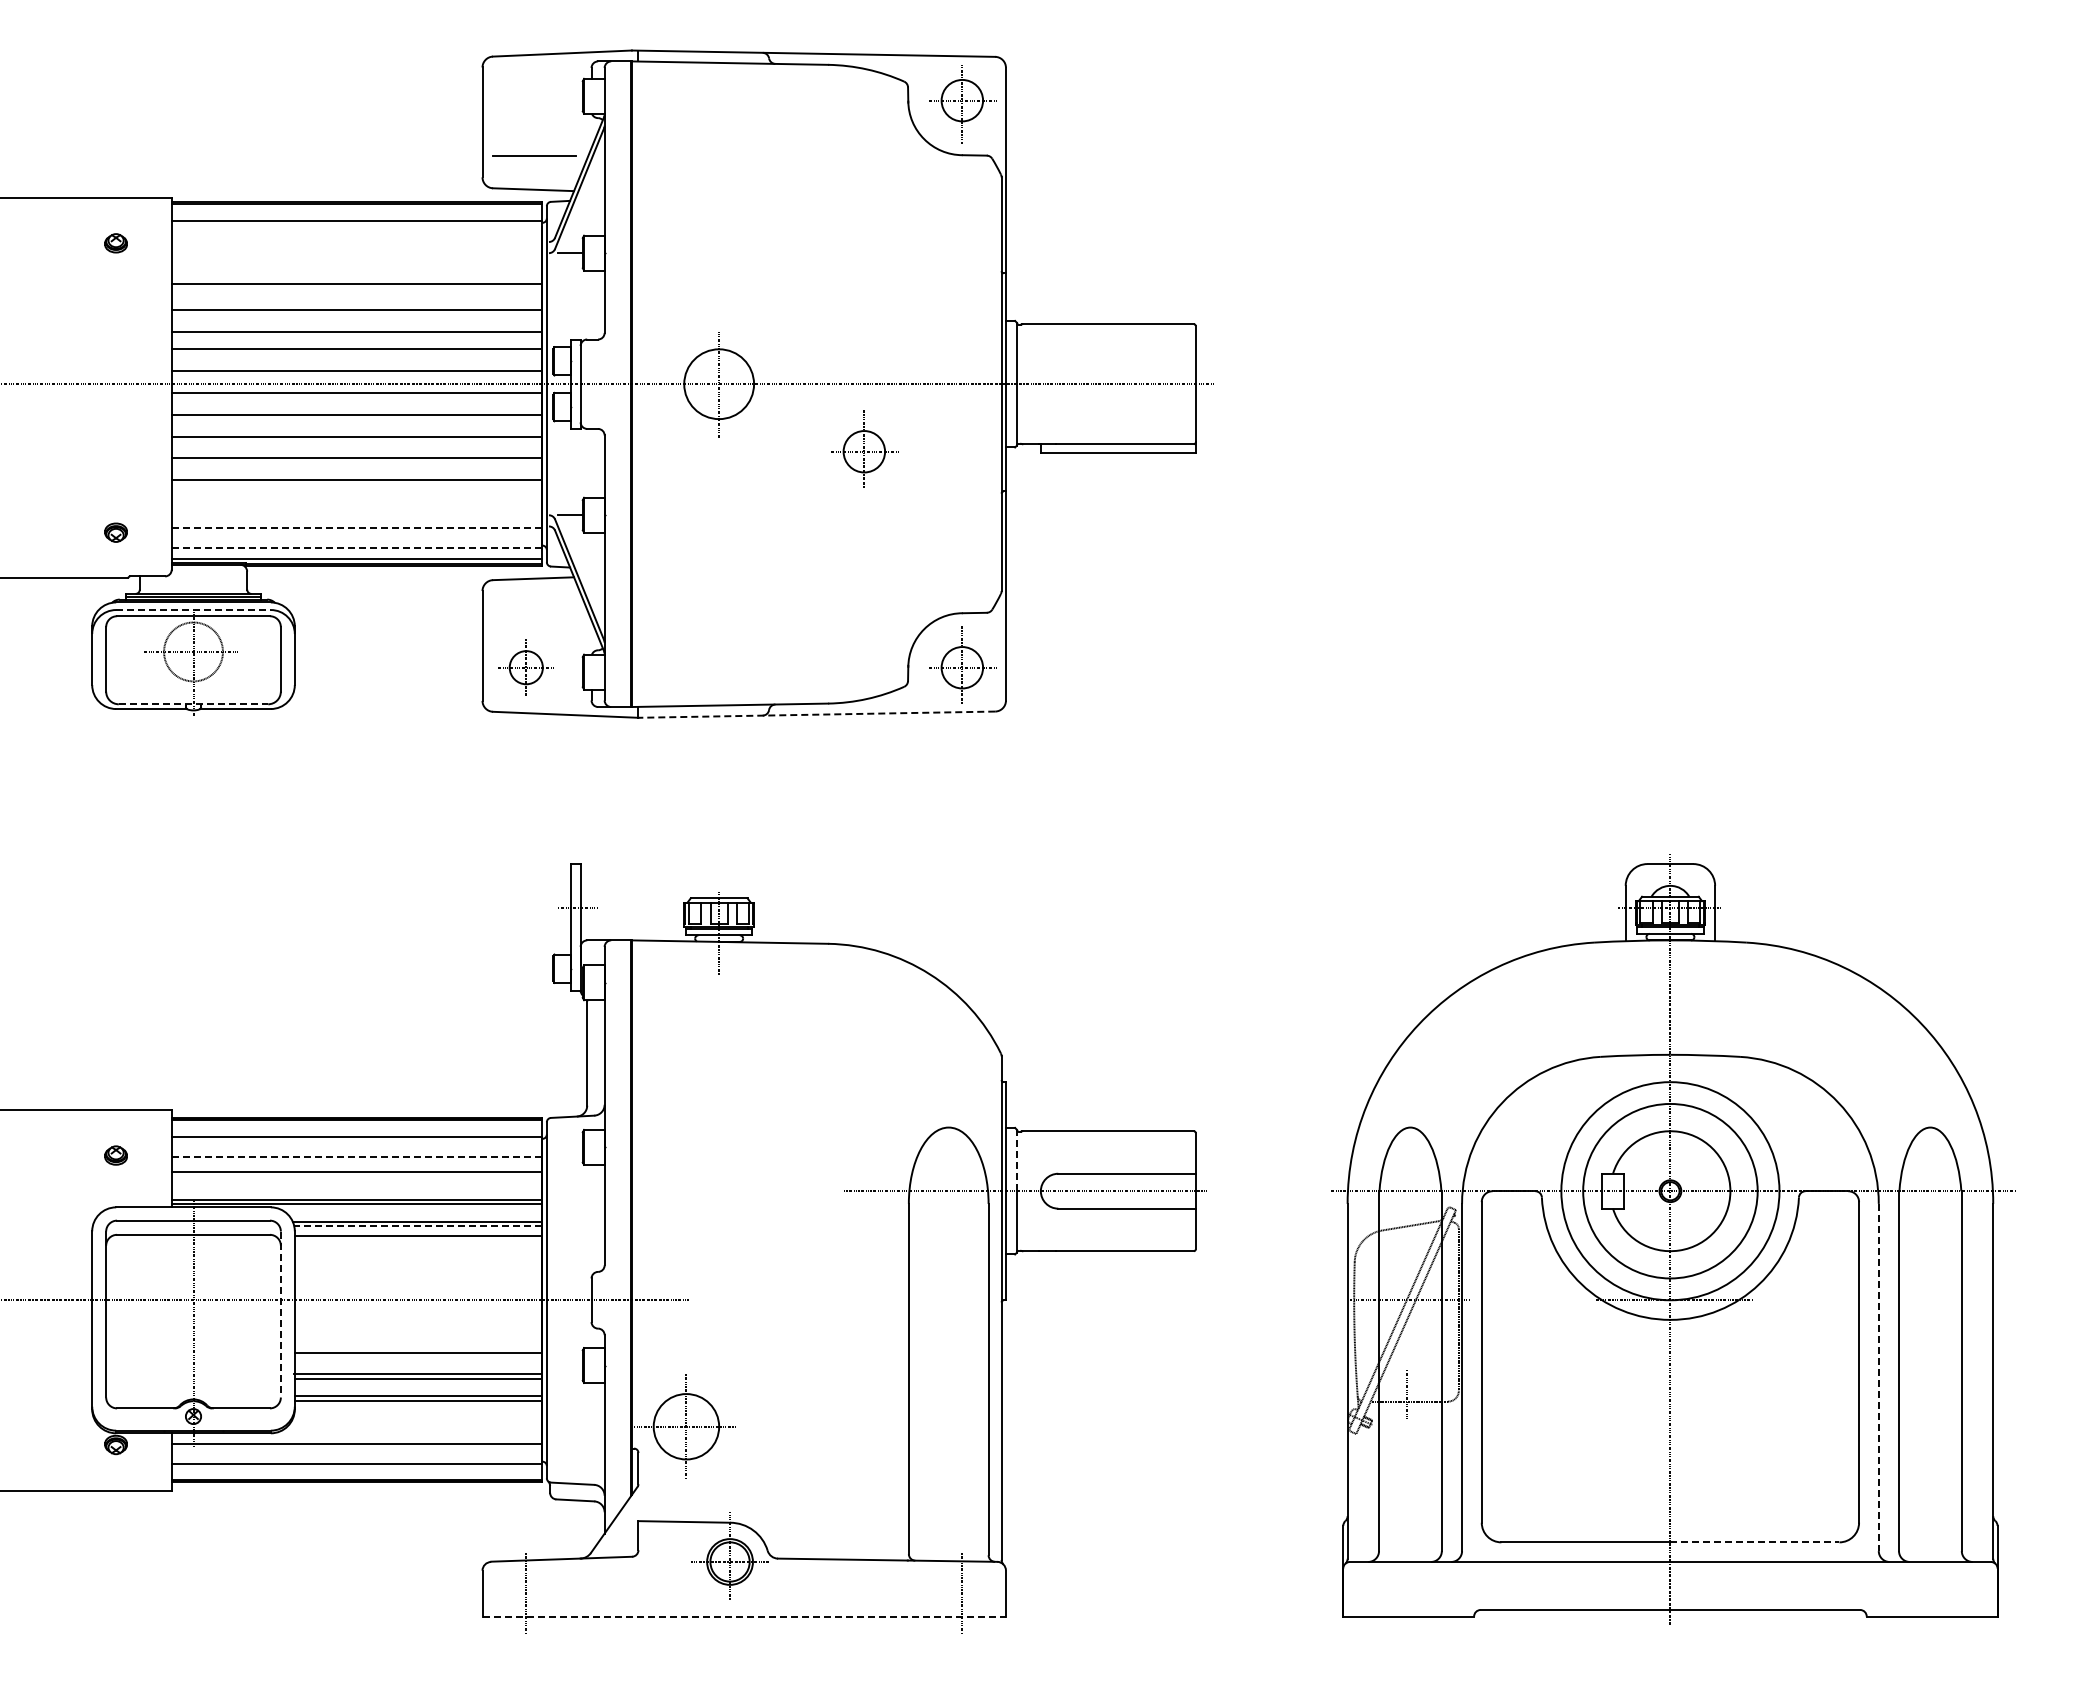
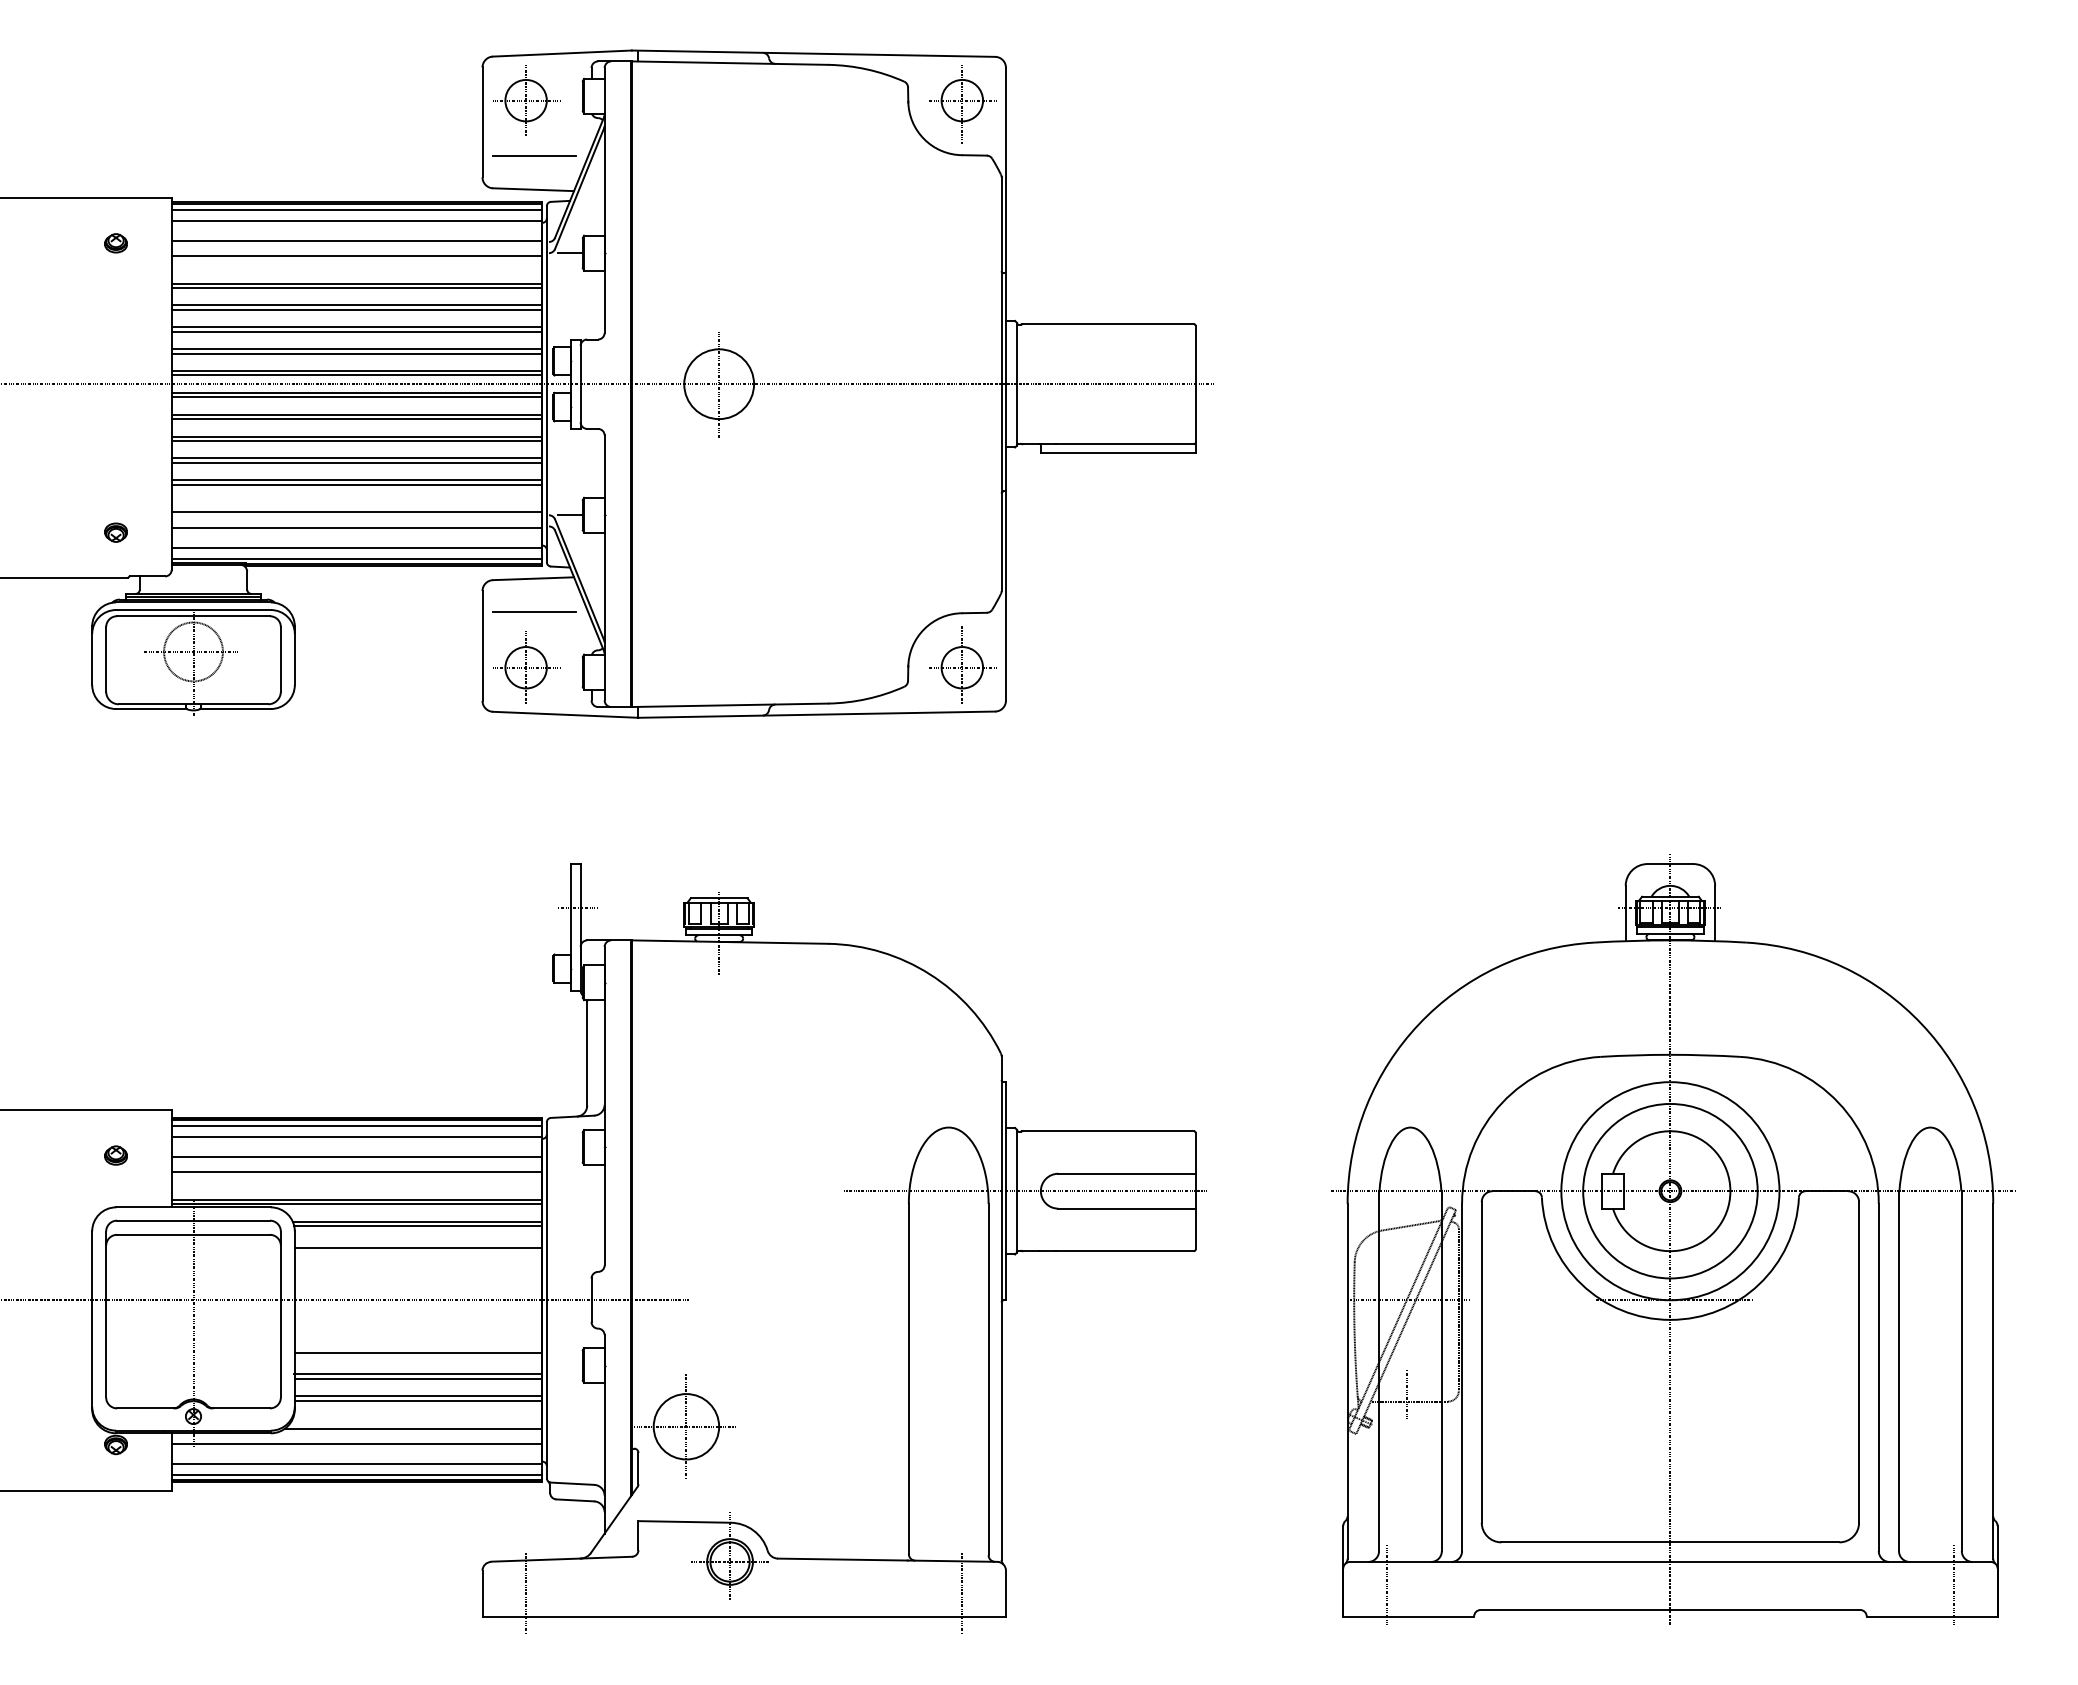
part at (526, 100): none -> present
line at (356, 209): none -> present
line at (356, 240): none -> present
line at (356, 255): none -> present
line at (356, 288): none -> present
line at (356, 305): none -> present
line at (356, 327): none -> present
line at (356, 353): none -> present
line at (356, 375): none -> present
line at (356, 397): none -> present
line at (356, 419): none -> present
line at (356, 441): none -> present
part at (864, 448): present -> none
line at (356, 462): none -> present
line at (356, 484): none -> present
line at (356, 512): none -> present
line at (356, 527): dashed -> solid
line at (356, 547): dashed -> solid
line at (194, 610): dashed -> solid
line at (534, 611): none -> present
part at (525, 667) size: 56x57 px -> 68x73 px
line at (193, 704): dashed -> solid
line at (816, 714): dashed -> solid
line at (356, 1125): none -> present
line at (356, 1156): dashed -> solid
line at (1016, 1160): dashed -> solid
line at (417, 1226): dashed -> solid
line at (418, 1235) position: (418, 1235) -> (418, 1247)
line at (280, 1314): dashed -> solid
line at (1878, 1377): dashed -> solid
line at (413, 1428): none -> present
line at (356, 1474): none -> present
line at (1754, 1542): dashed -> solid
line at (1386, 1585): none -> present
line at (1953, 1585): none -> present
line at (744, 1616): dashed -> solid
